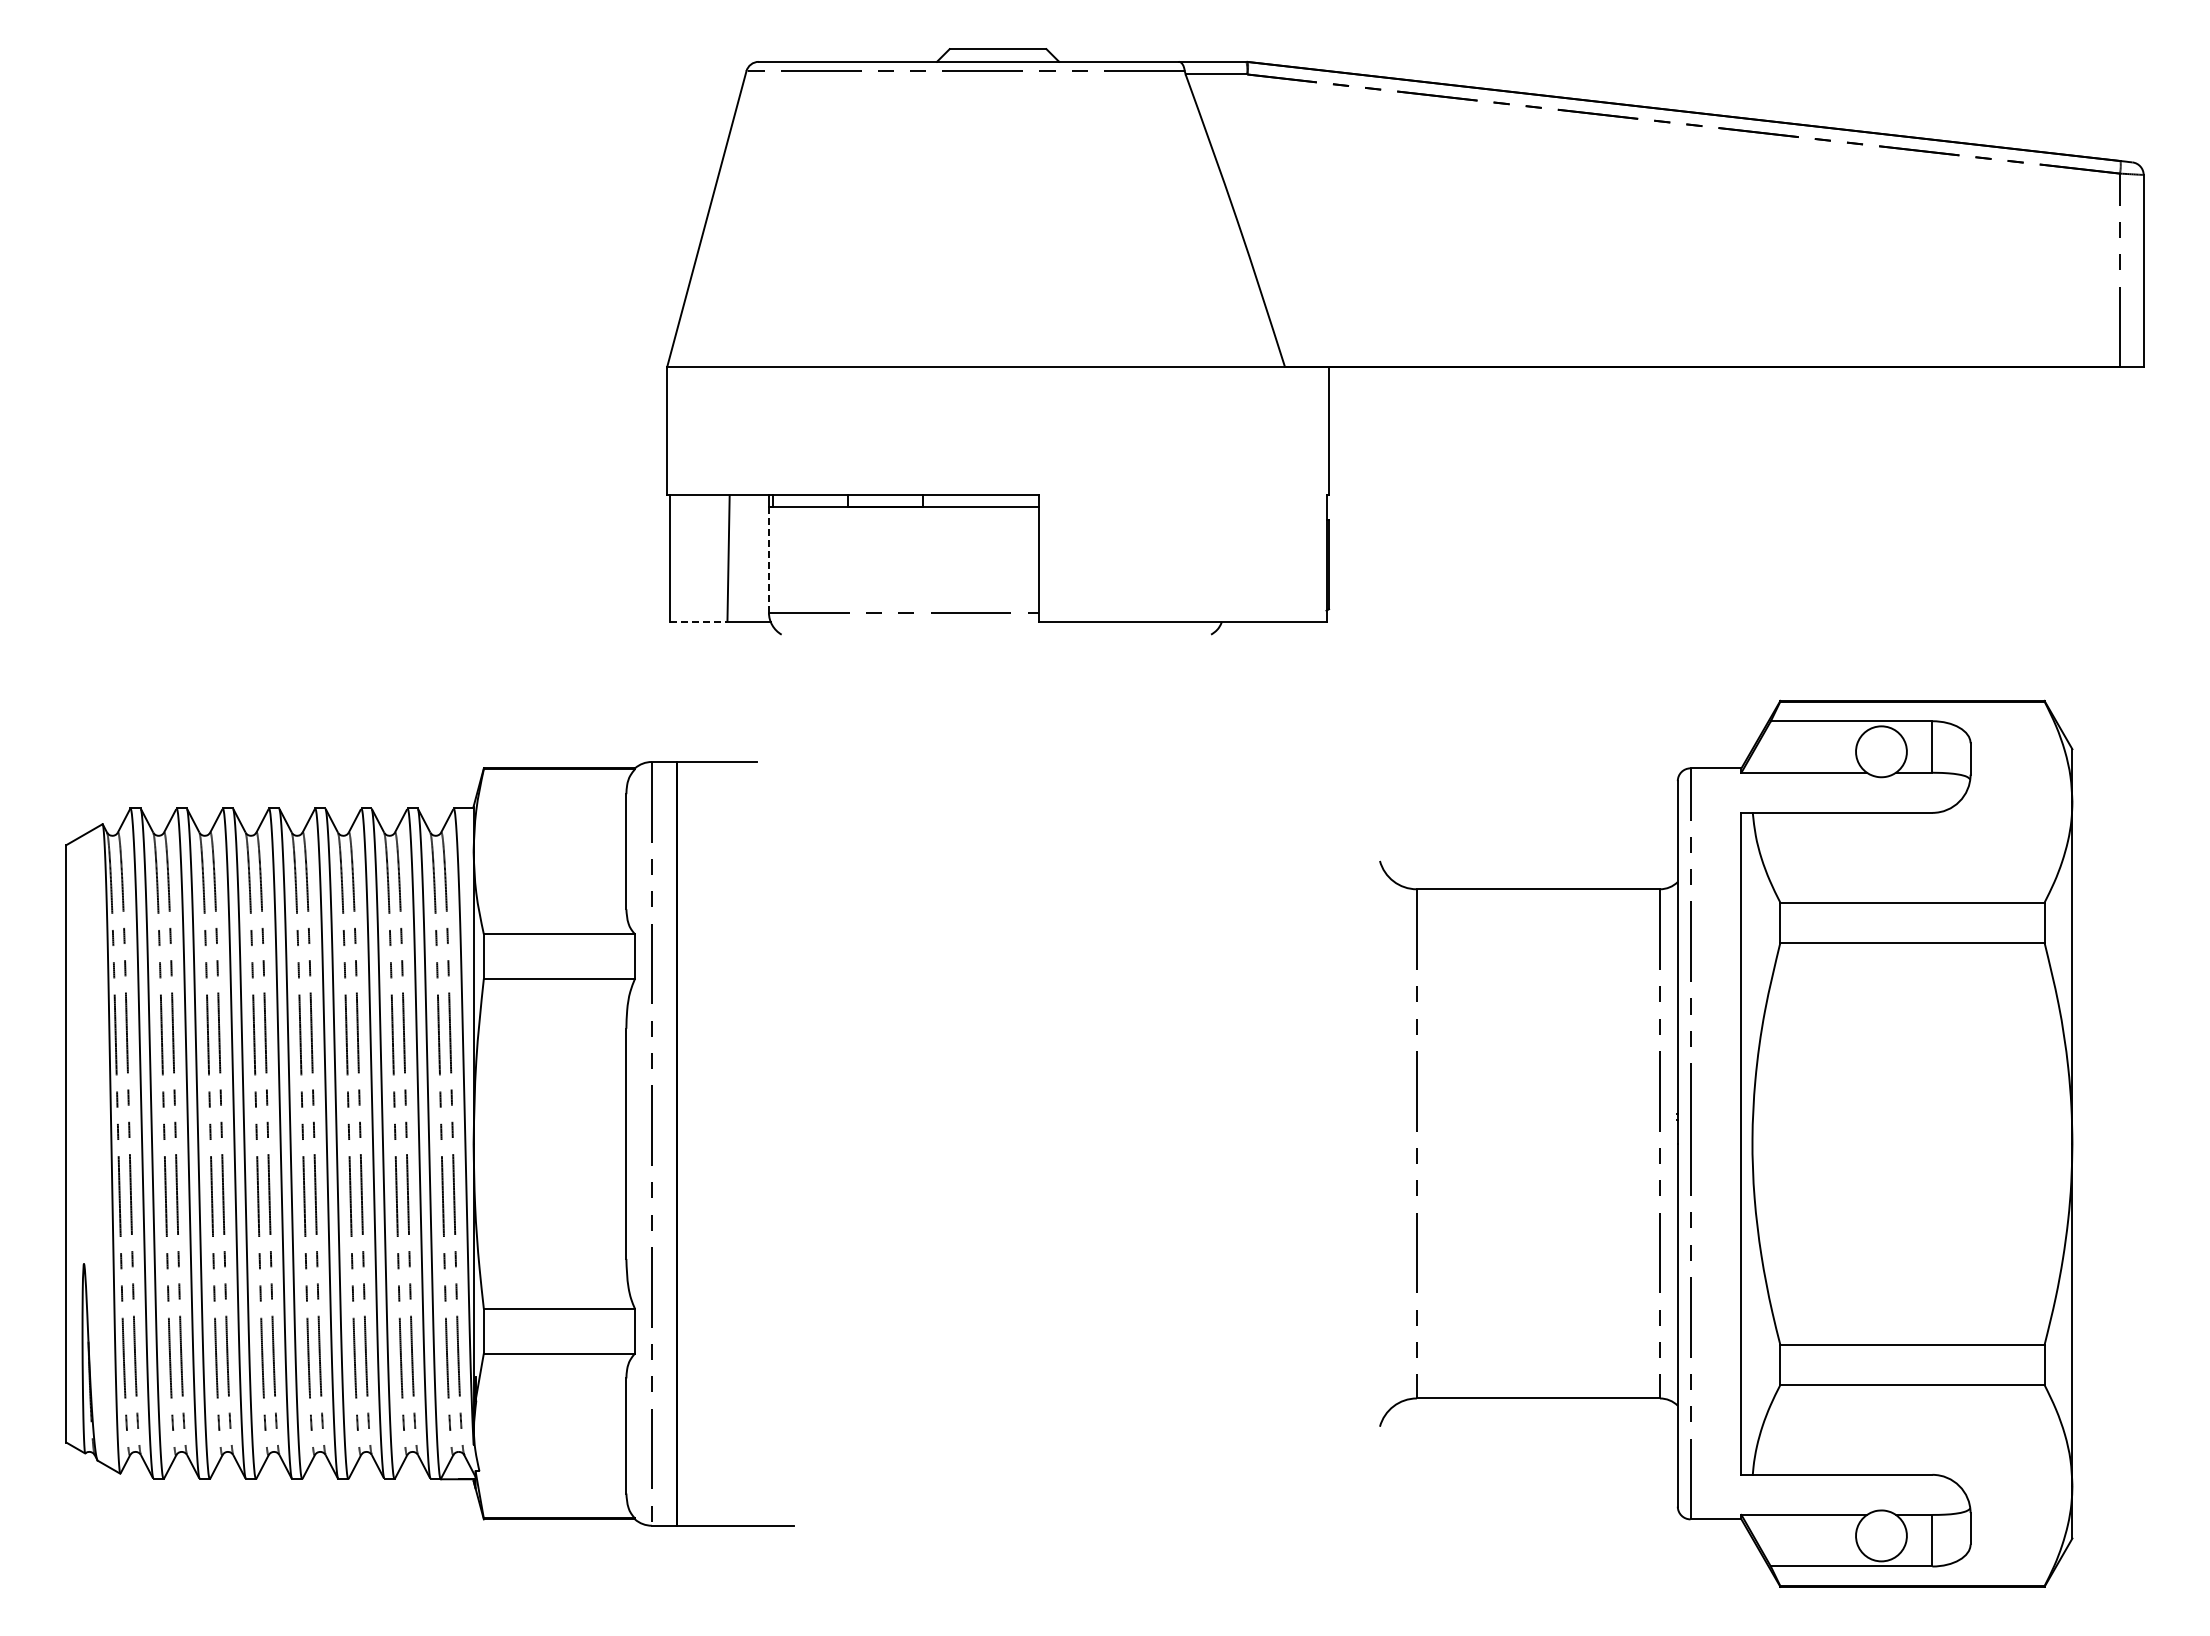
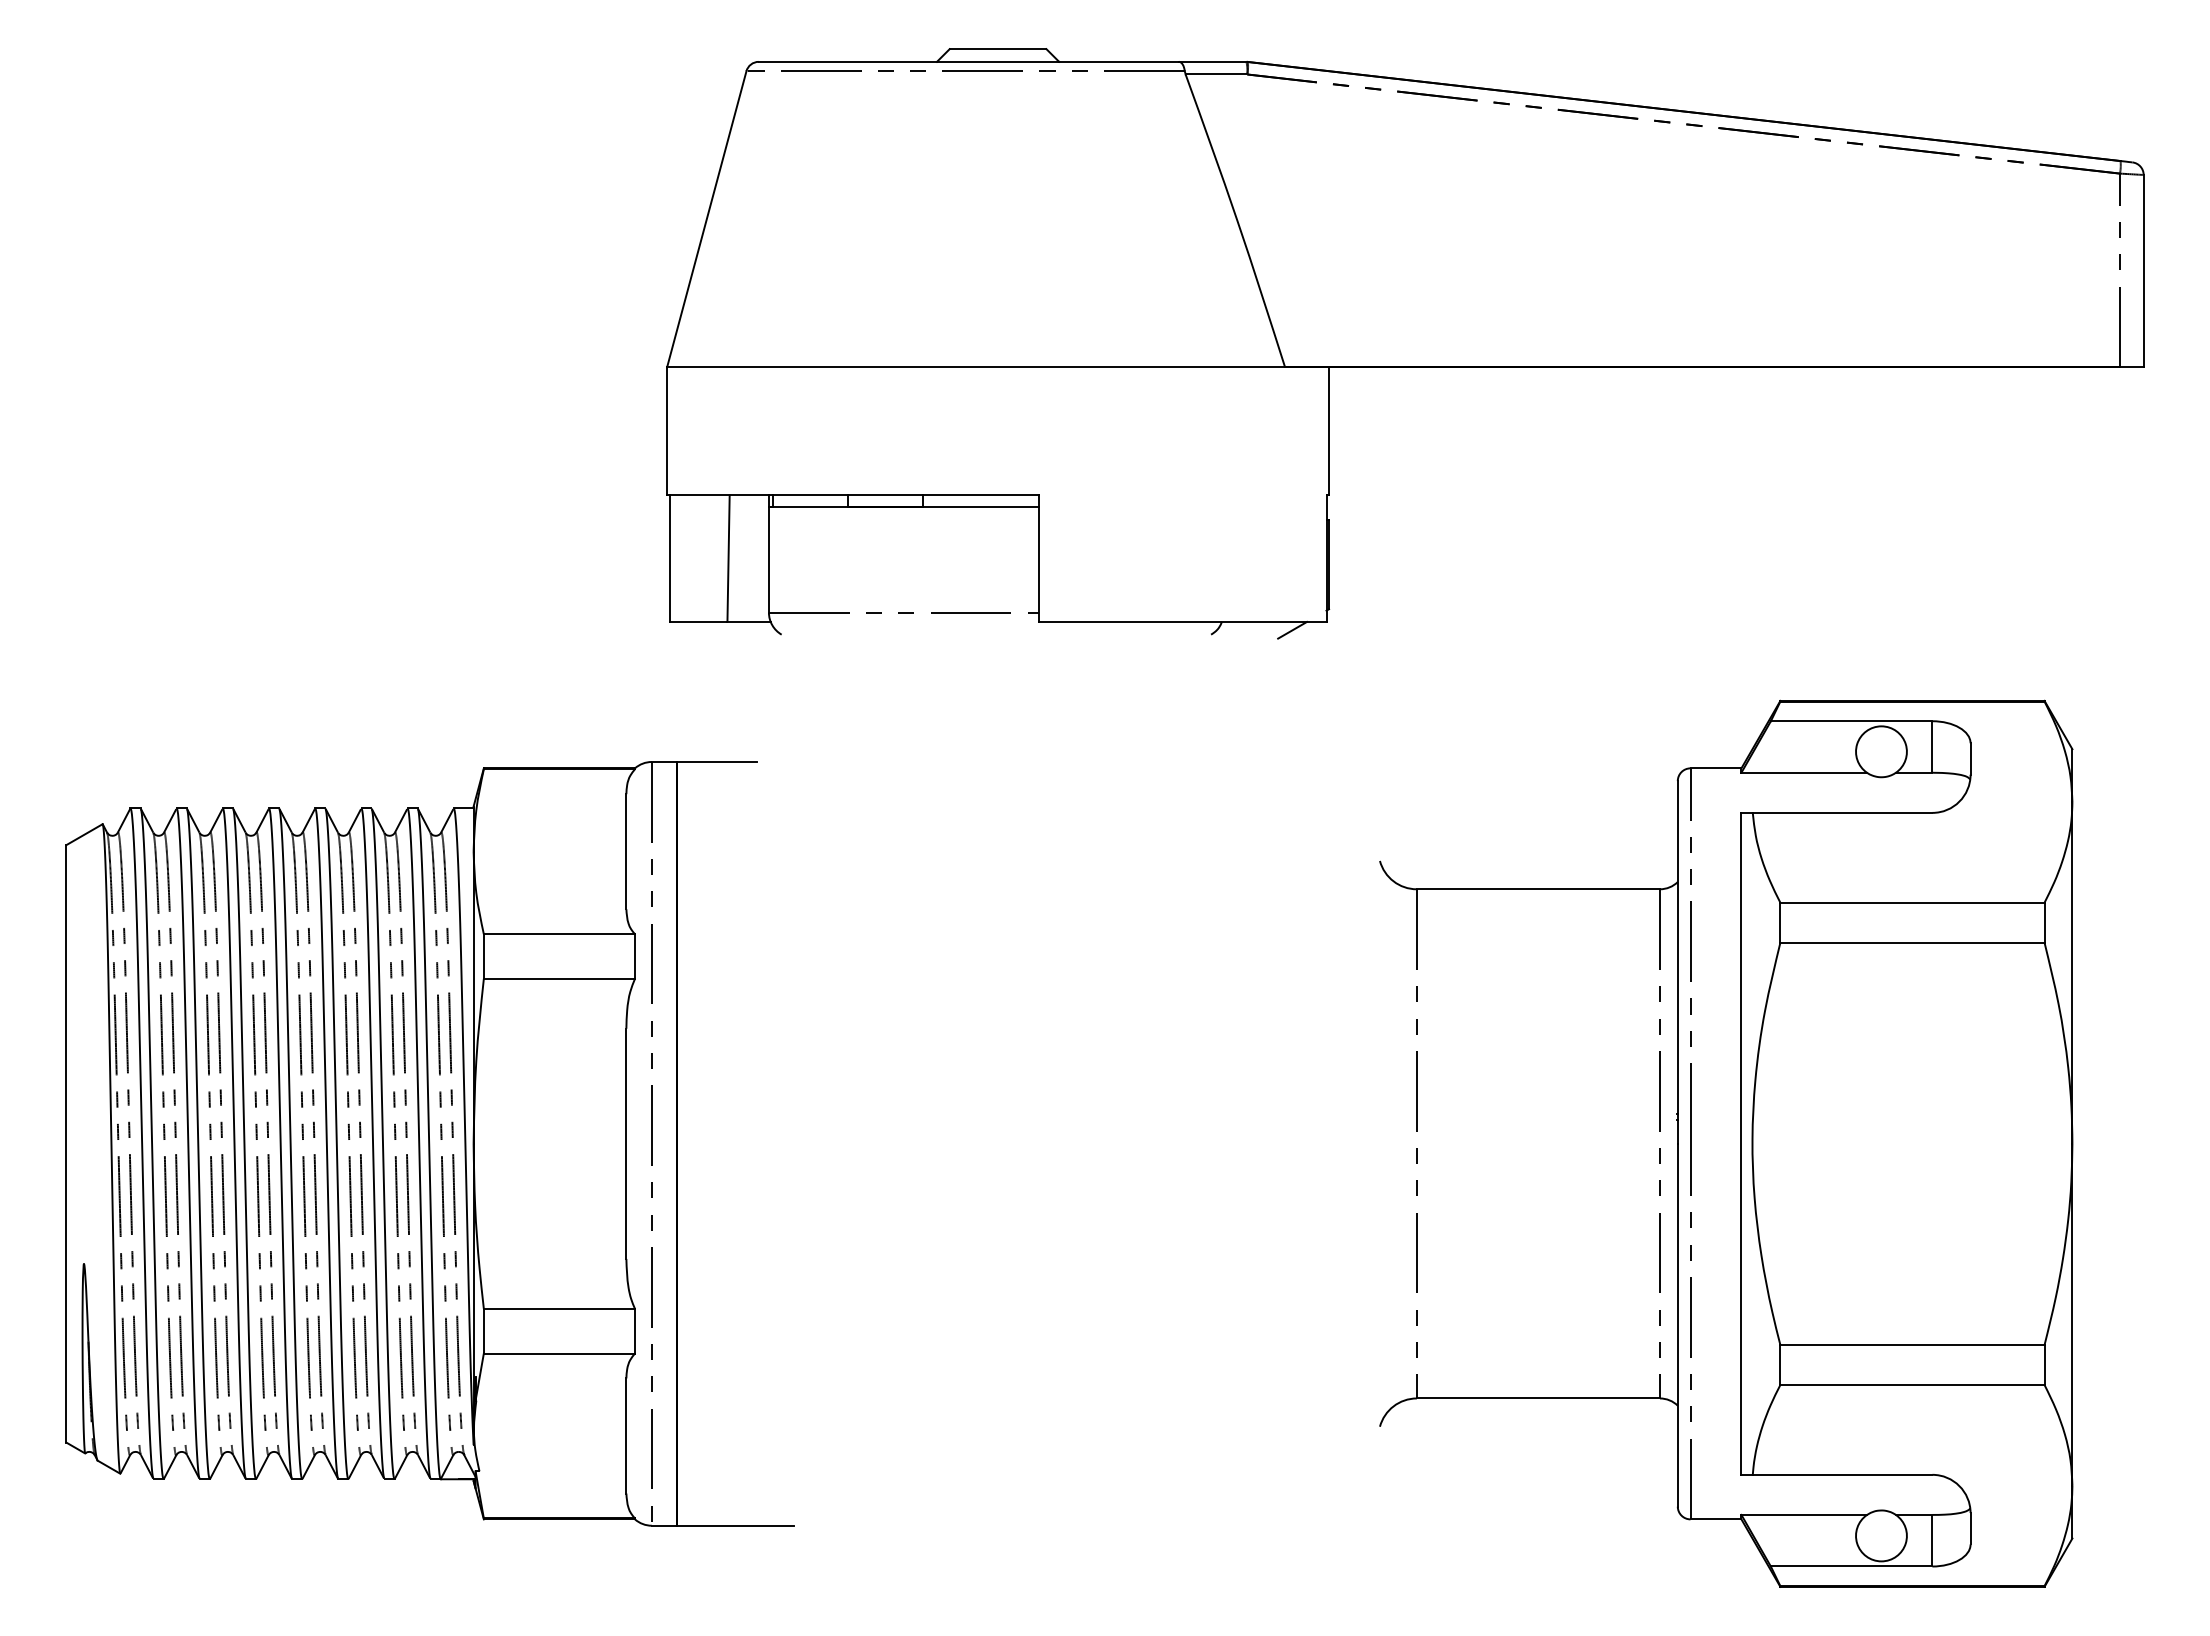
line at (768, 560): dashed -> solid
line at (698, 621): dashed -> solid
line at (1292, 629): none -> present
